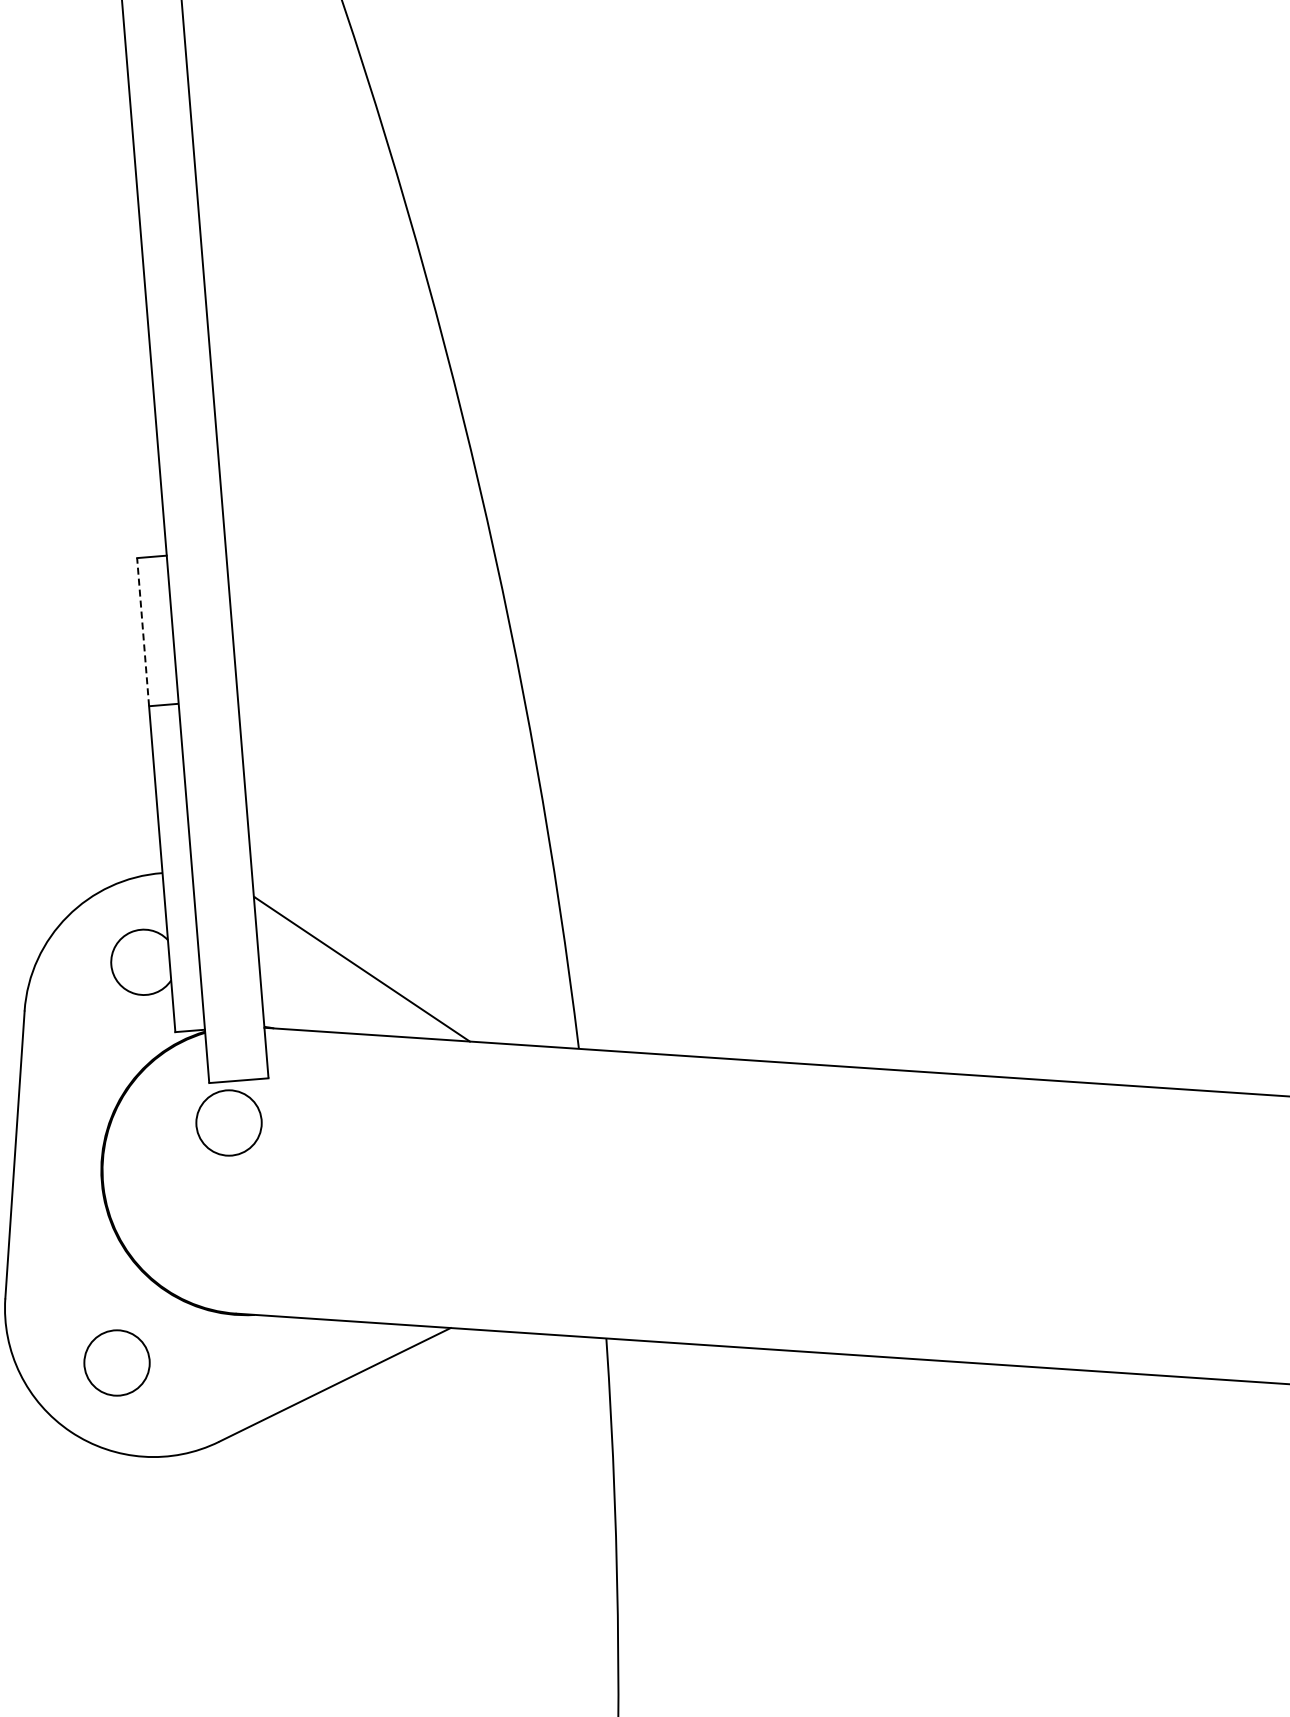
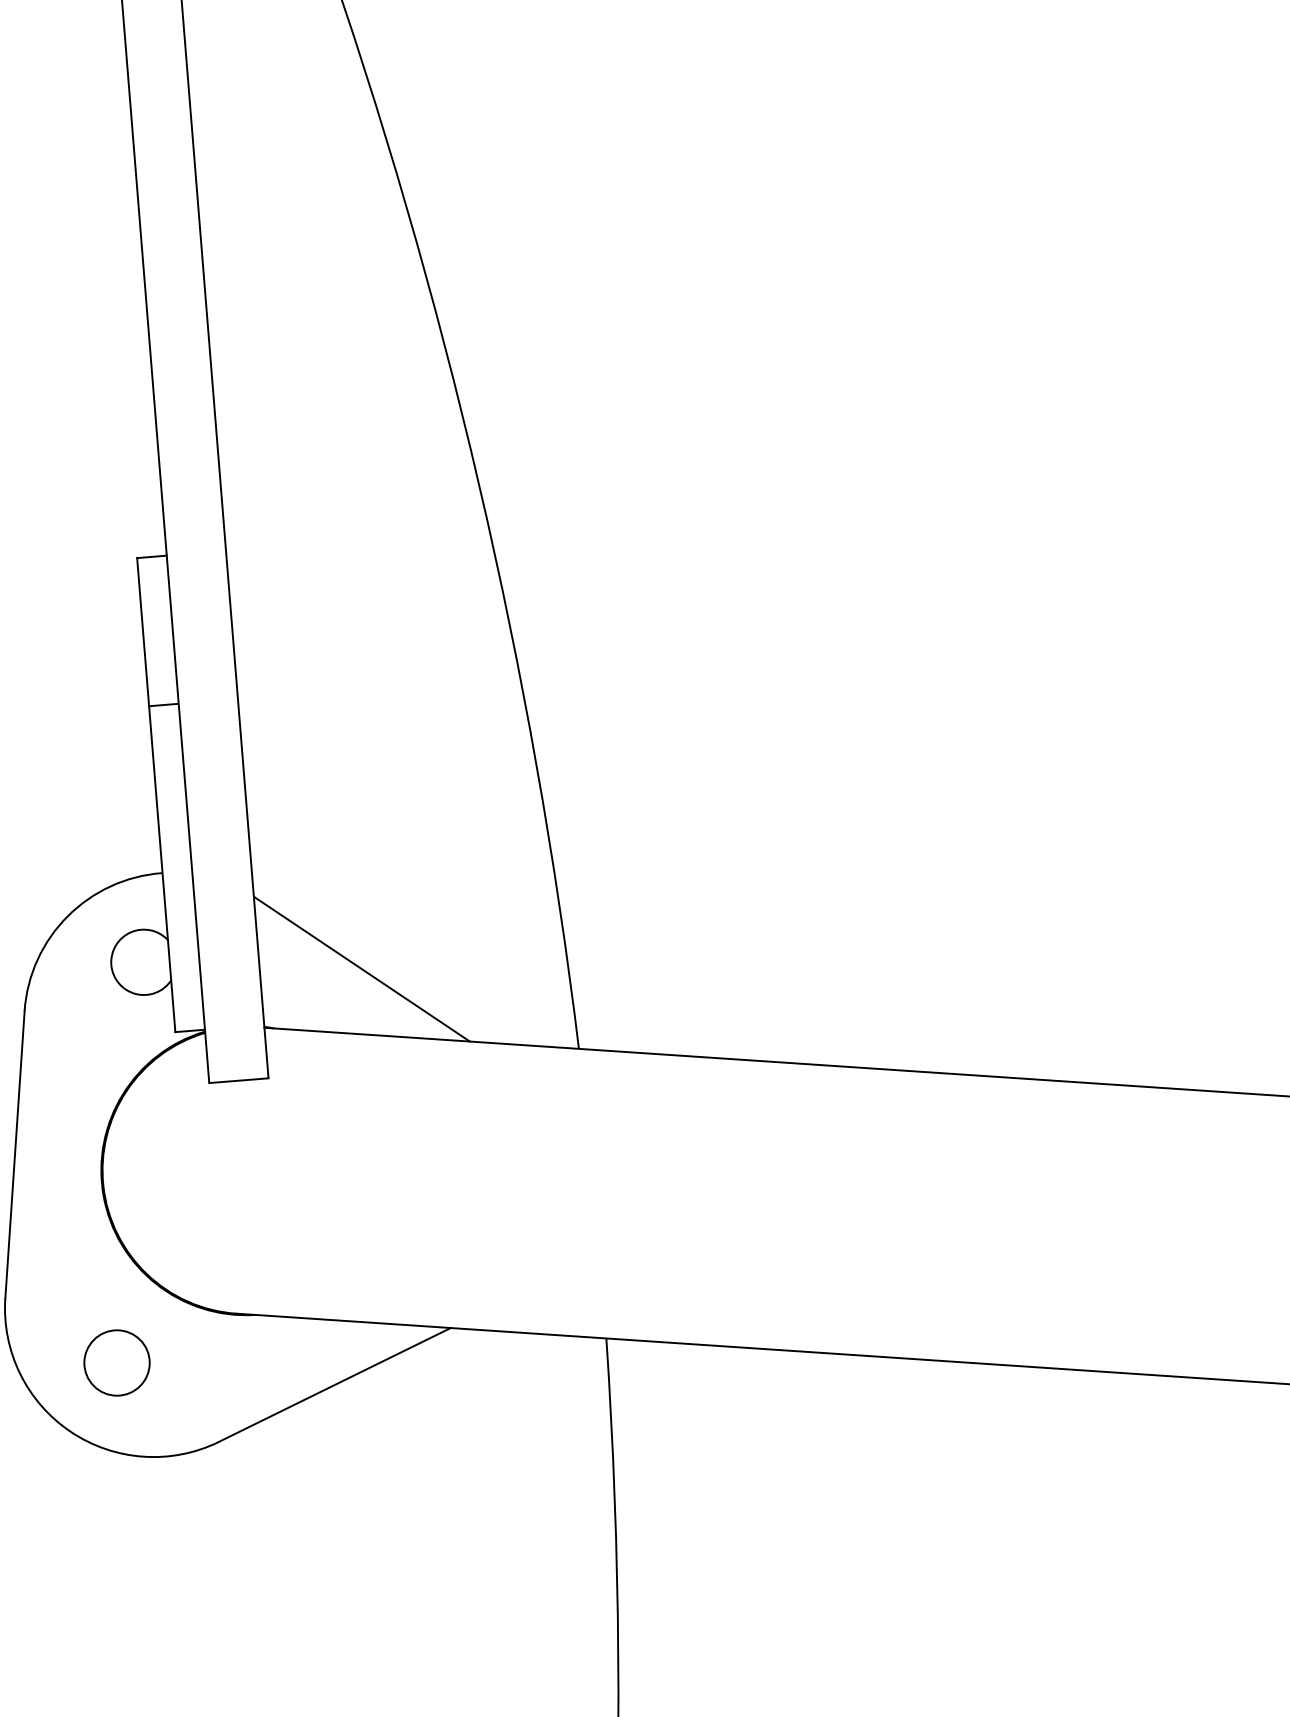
line at (143, 631): dashed -> solid
circle at (228, 1122): present -> none
